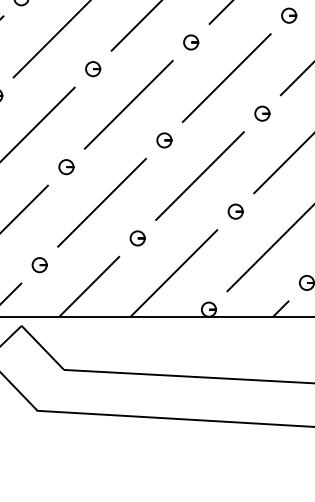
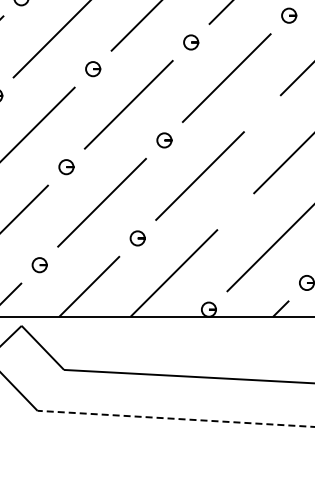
part at (262, 113): present -> none
part at (235, 211): present -> none
line at (176, 418): solid -> dashed
